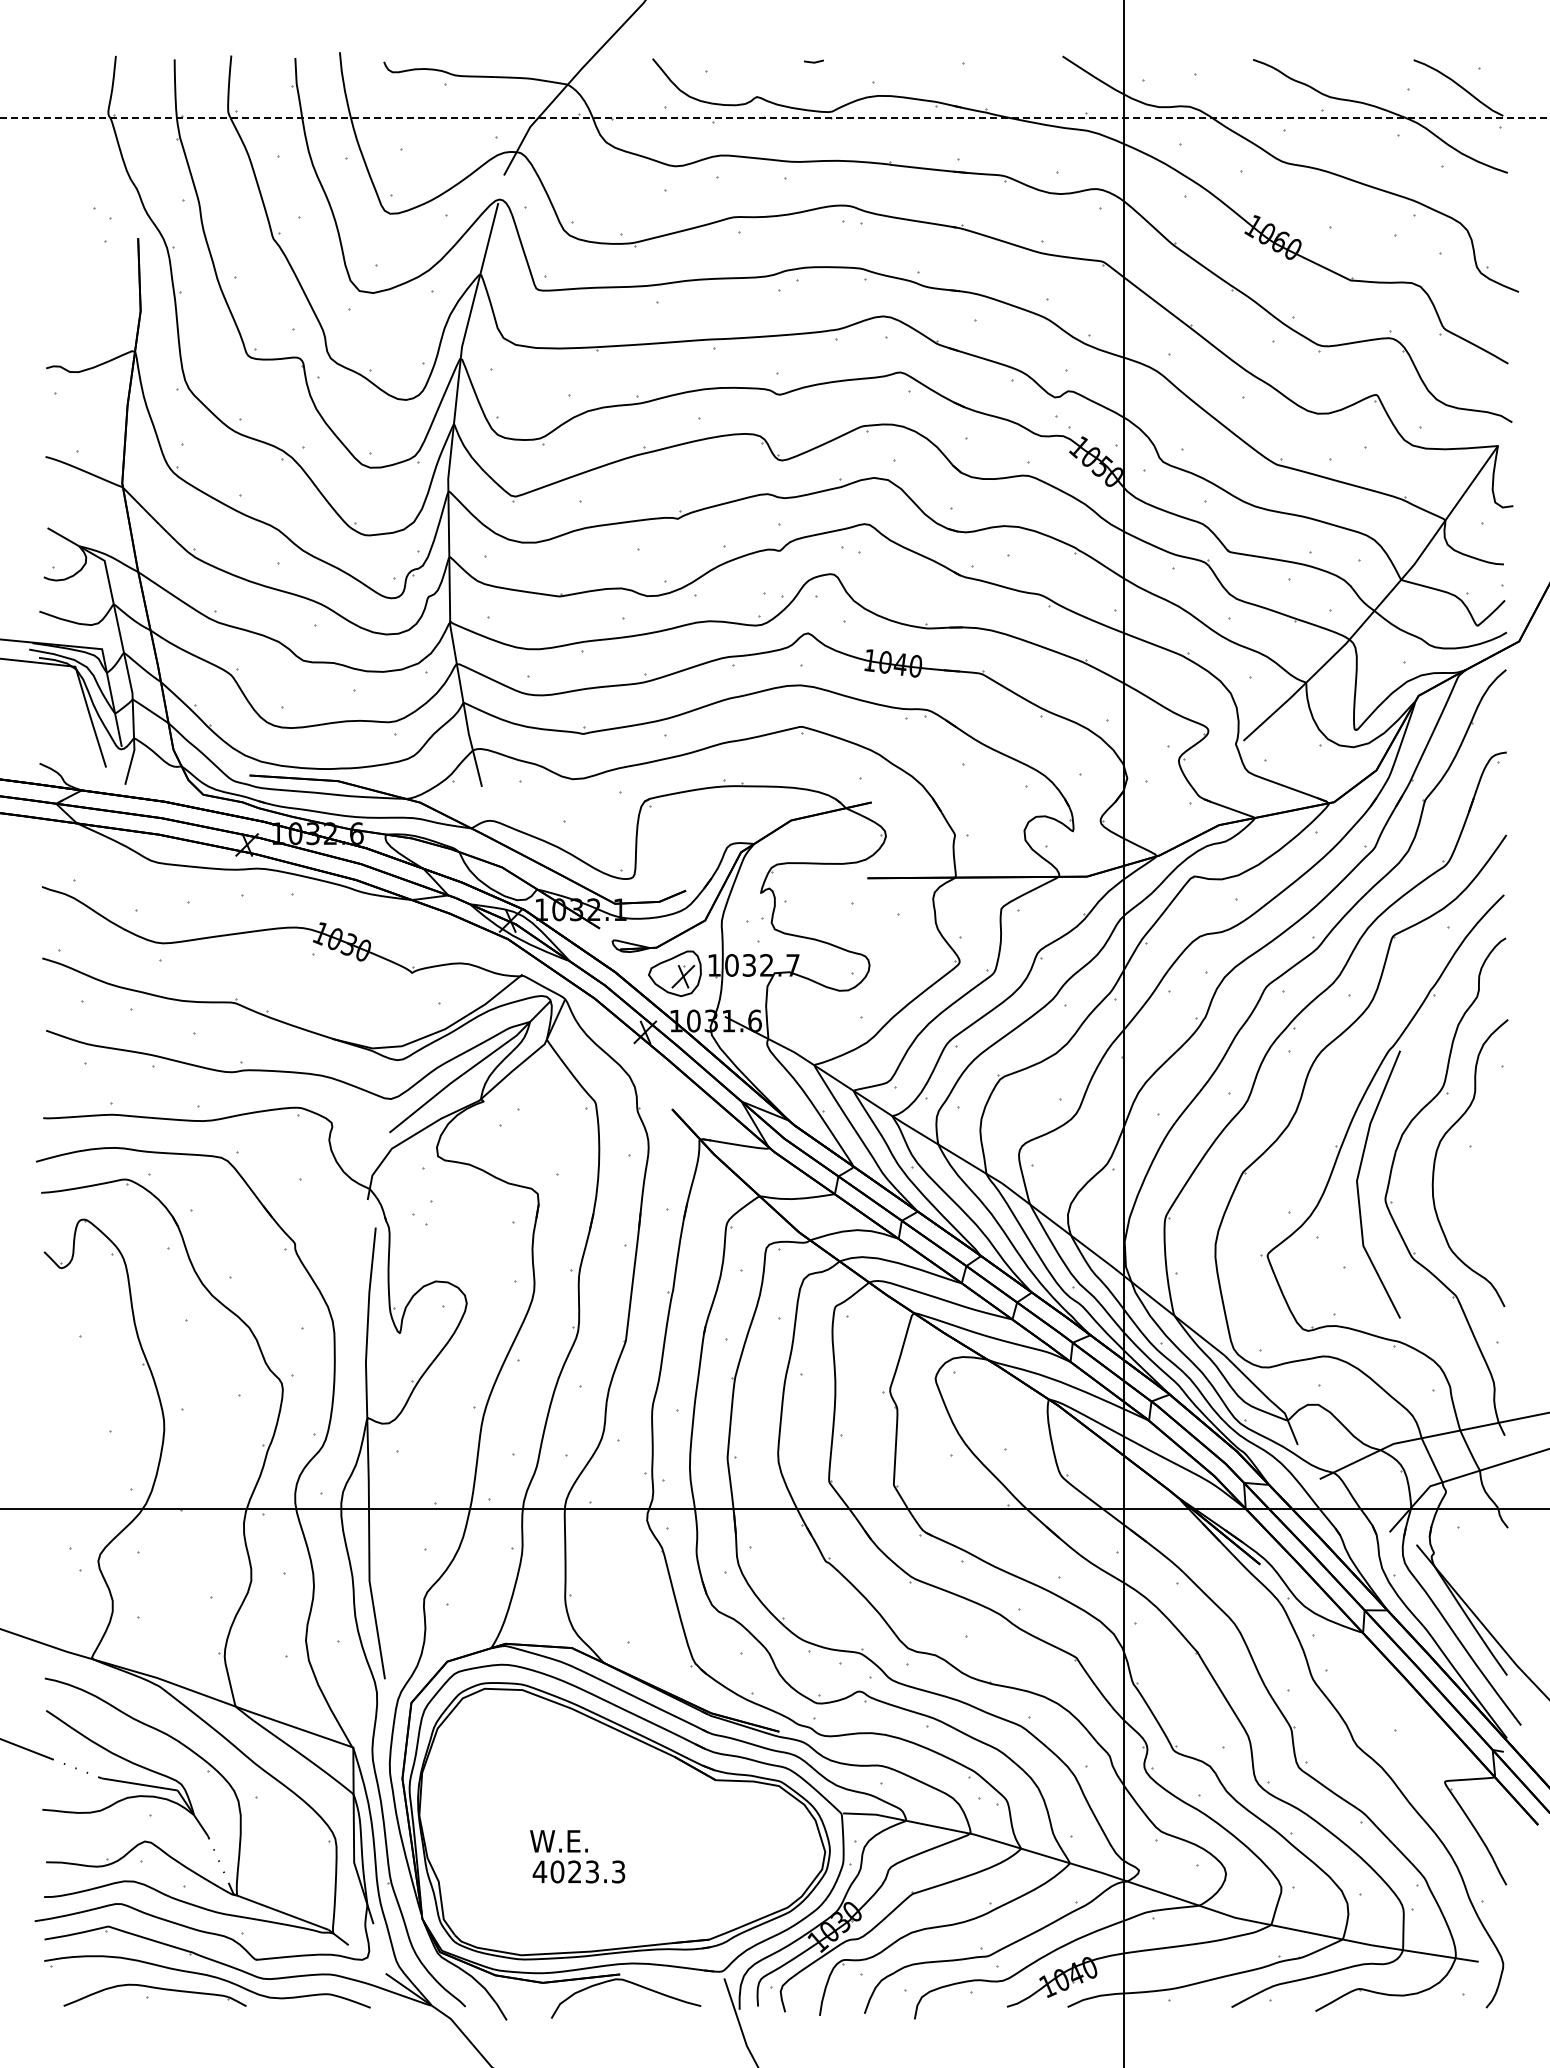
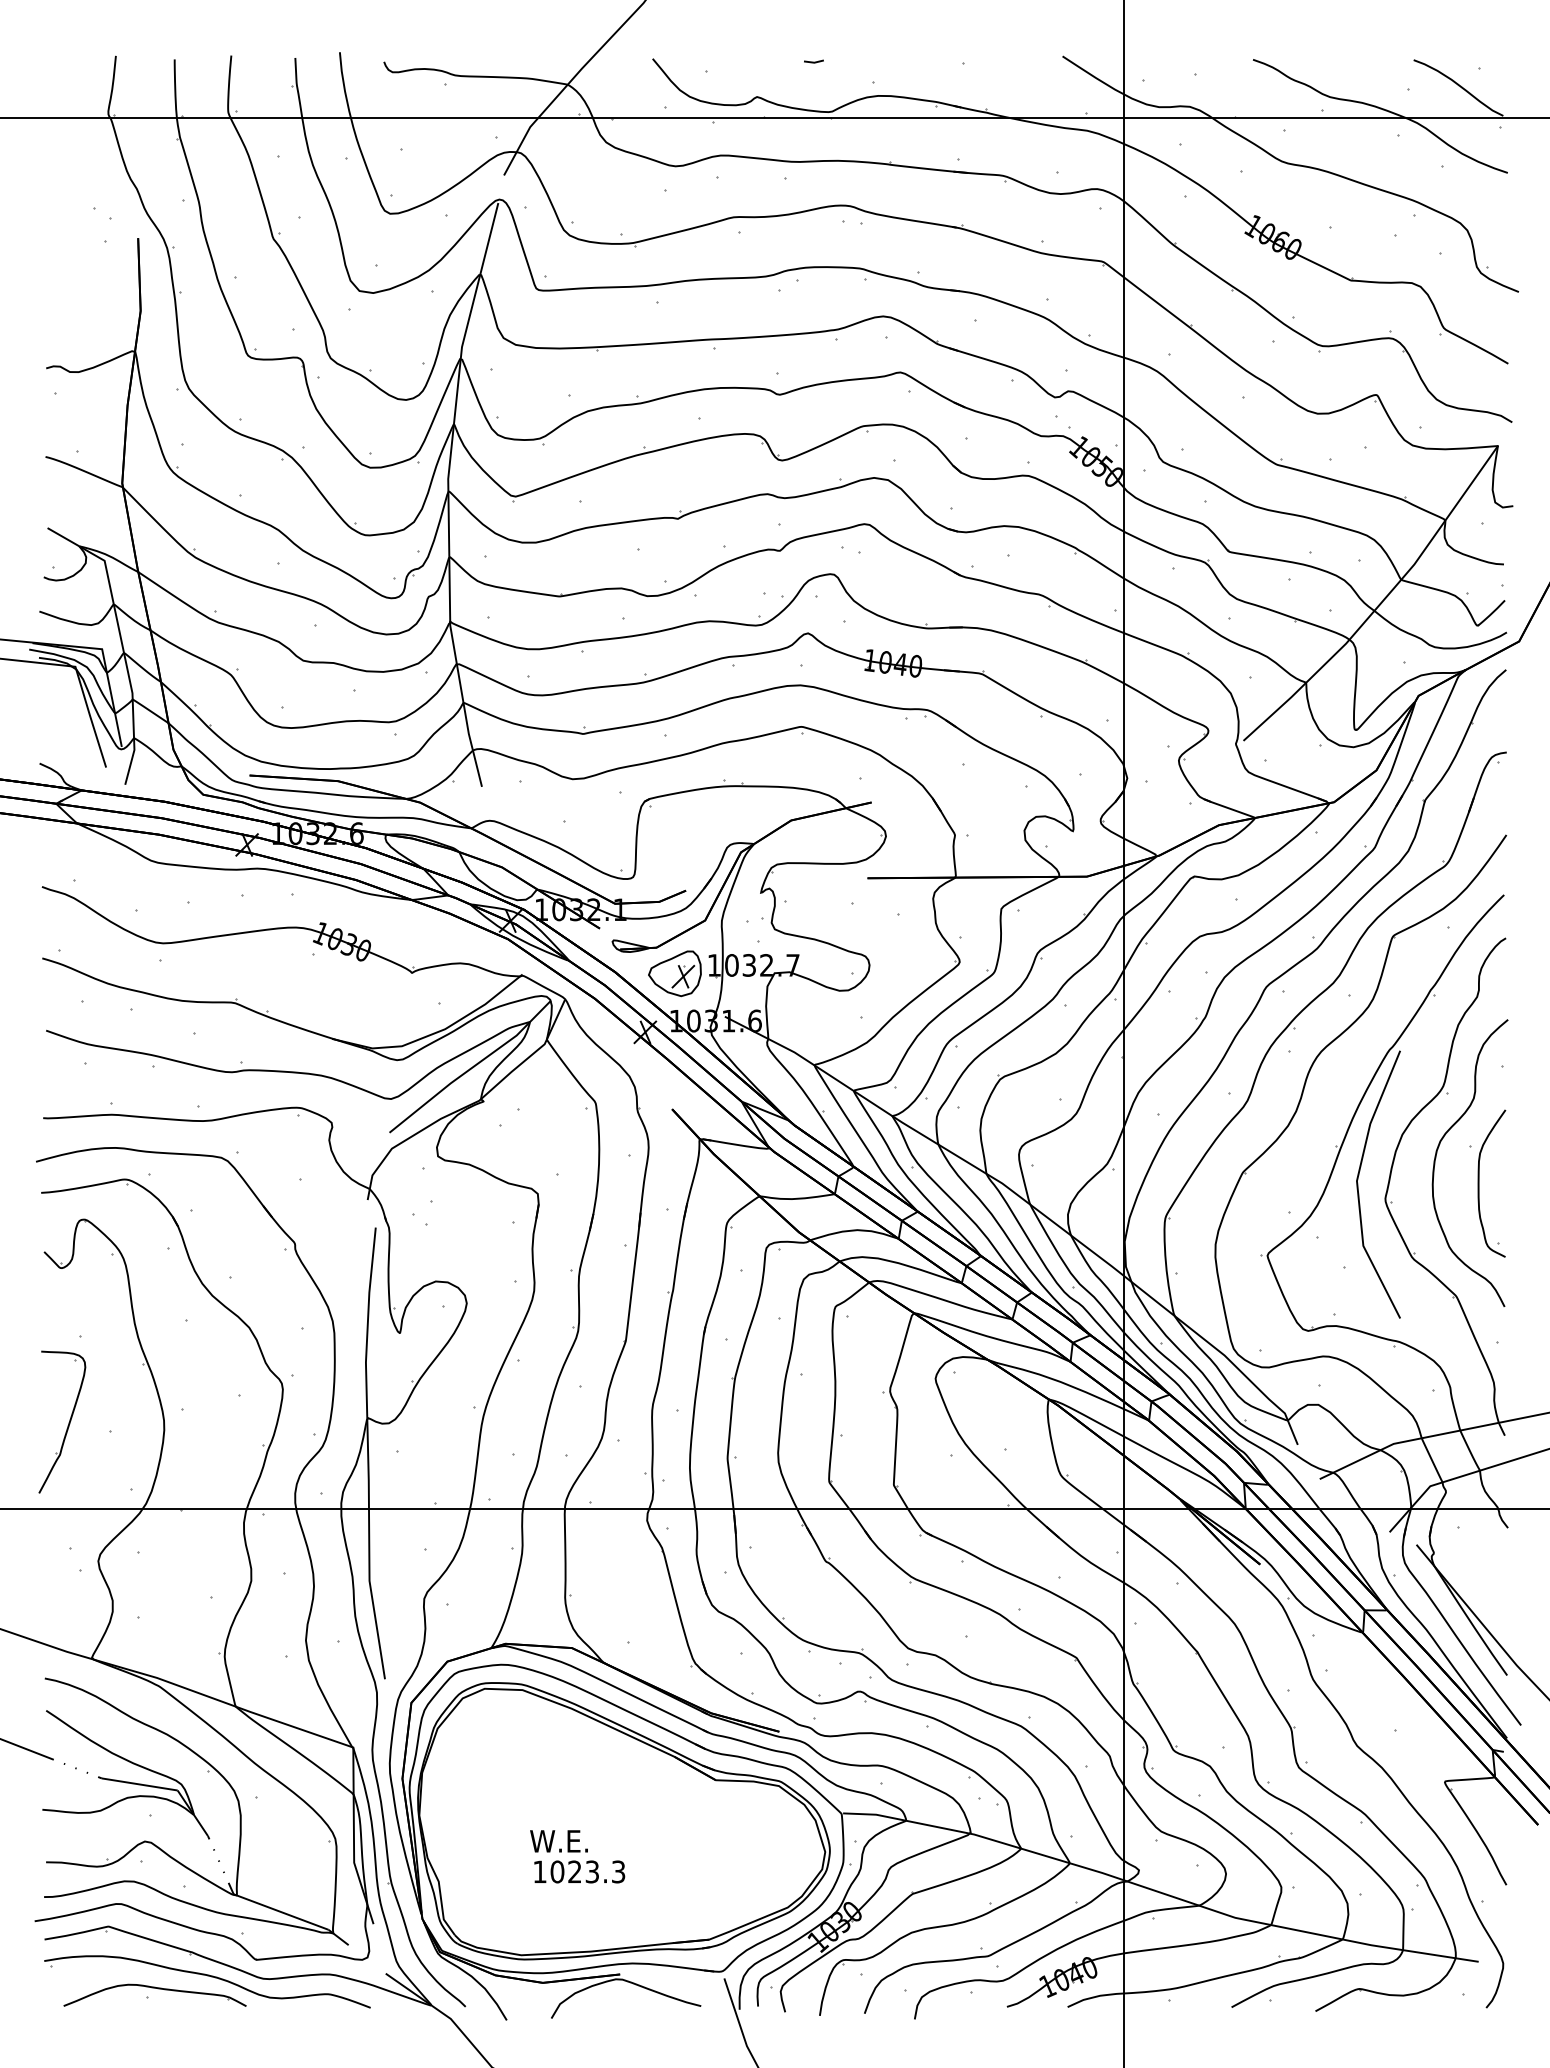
line at (775, 118): dashed -> solid
part at (1479, 1183): none -> present
part at (68, 1422): none -> present
text at (539, 1871): 4023.3 -> 1023.3
